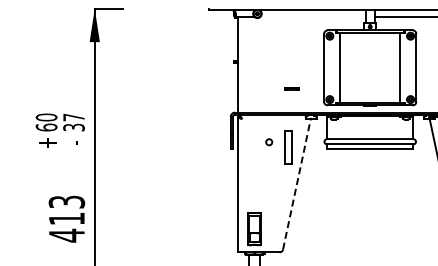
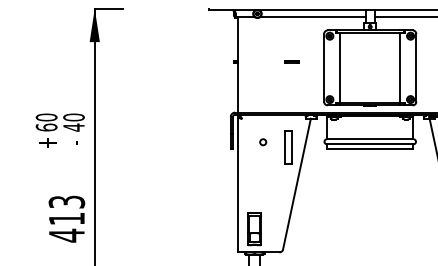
line at (312, 17): none -> present
line at (291, 88) position: (291, 88) -> (291, 61)
text at (73, 122): 37 -> 40
circle at (269, 142) position: (269, 142) -> (263, 142)
line at (296, 184): dashed -> solid
